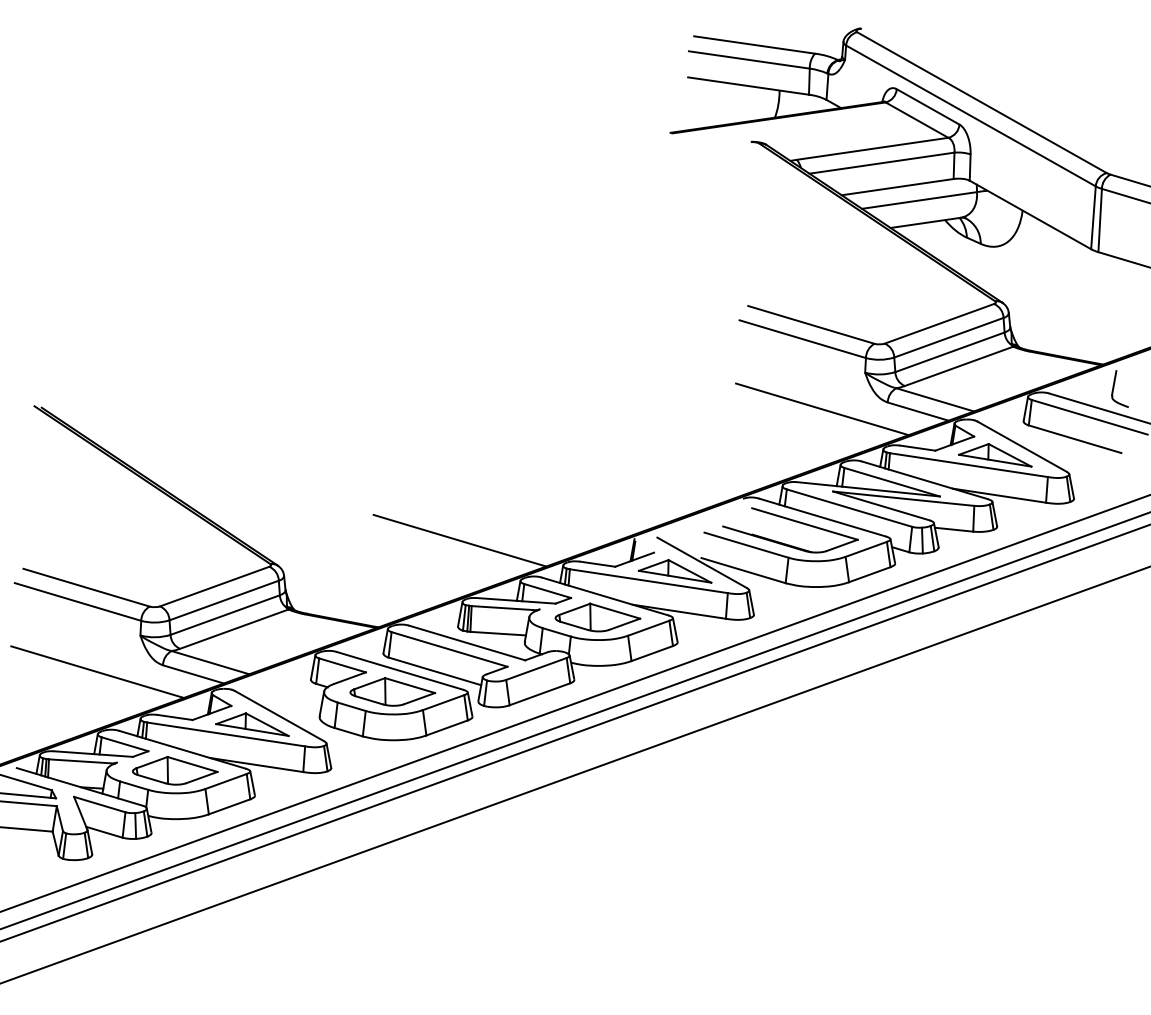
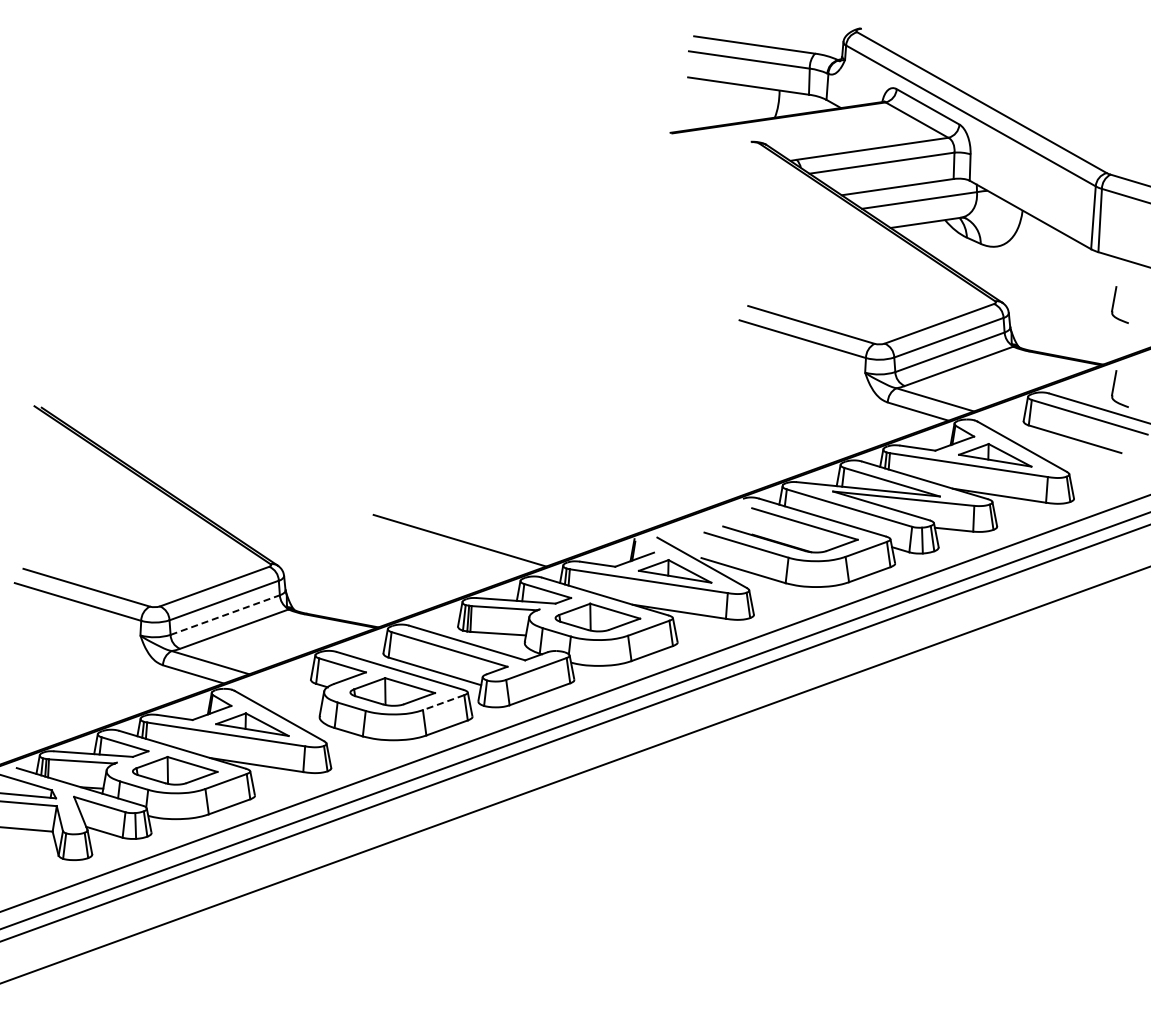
part at (1119, 304): none -> present
line at (822, 409): present -> none
line at (225, 614): solid -> dashed
line at (97, 671): present -> none
line at (443, 702): solid -> dashed
